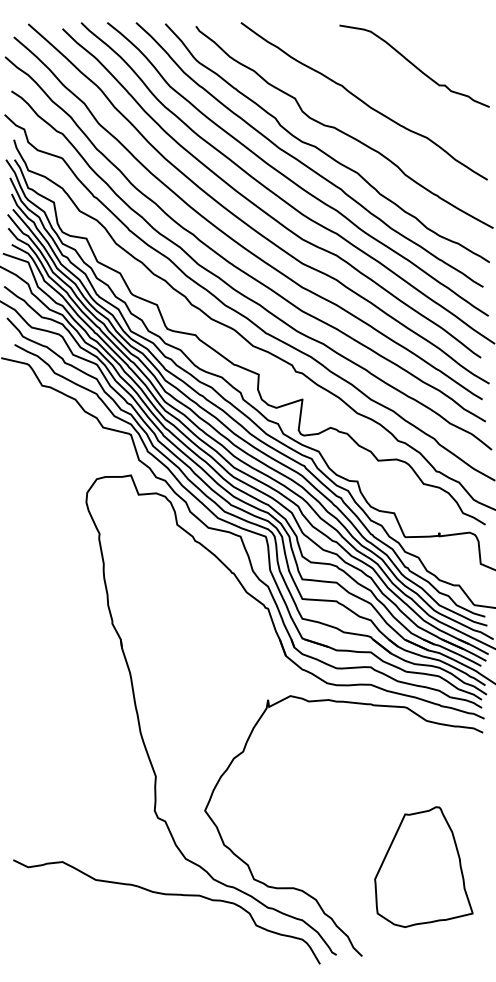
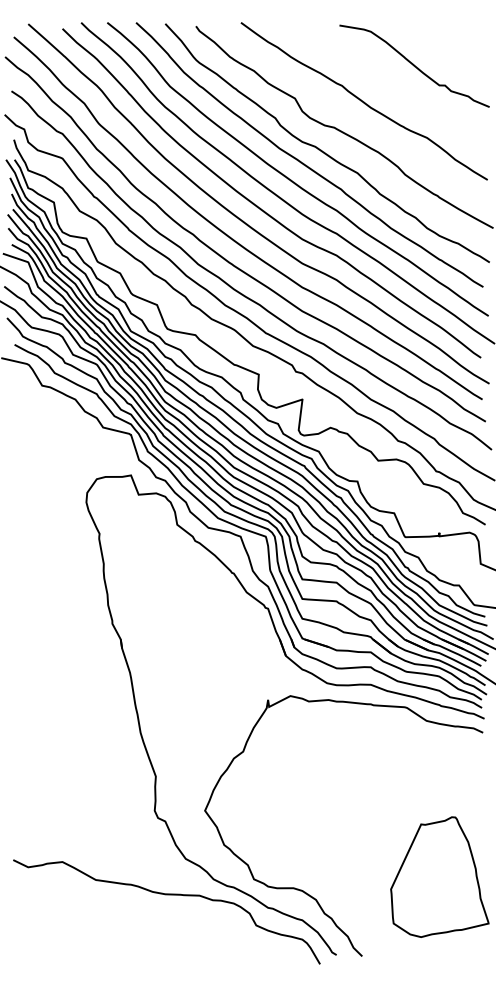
part at (423, 866) position: (423, 866) -> (439, 876)
